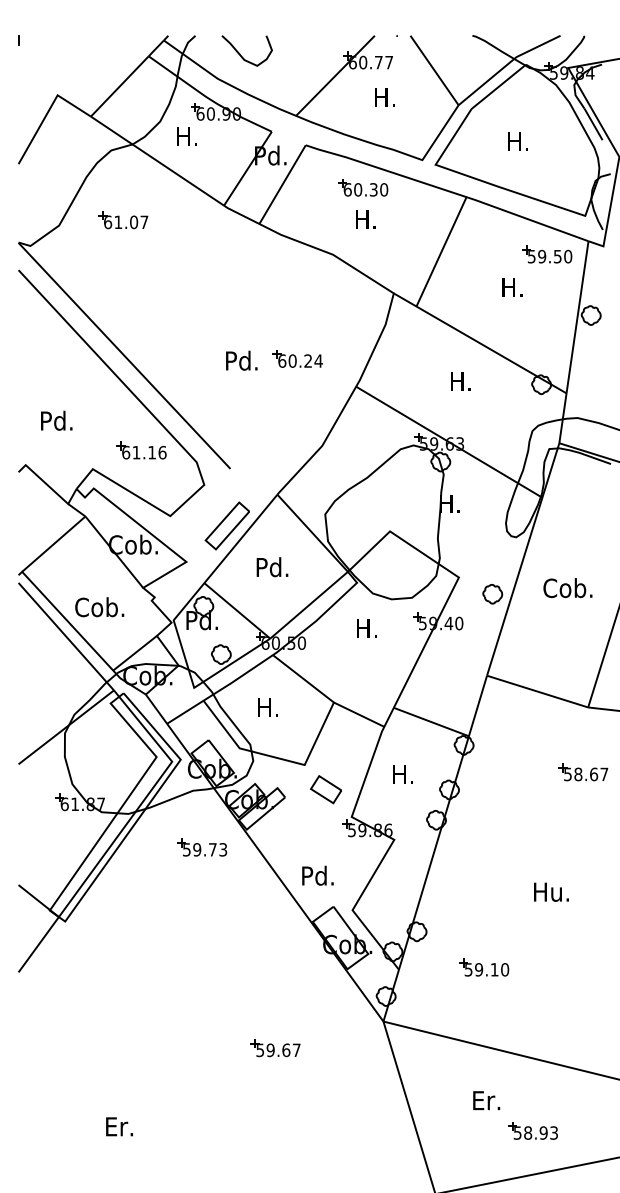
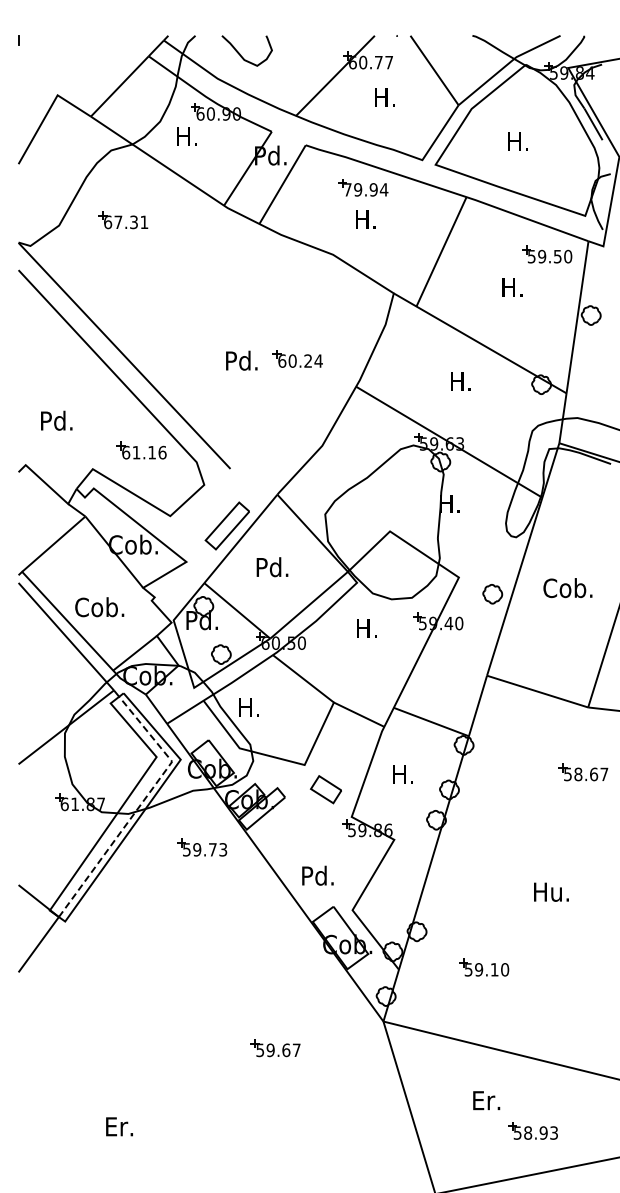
text at (365, 189): 60.30 -> 79.94
text at (131, 222): 61.07 -> 67.31
text at (267, 707) position: (267, 707) -> (248, 707)
line at (140, 805): solid -> dashed
